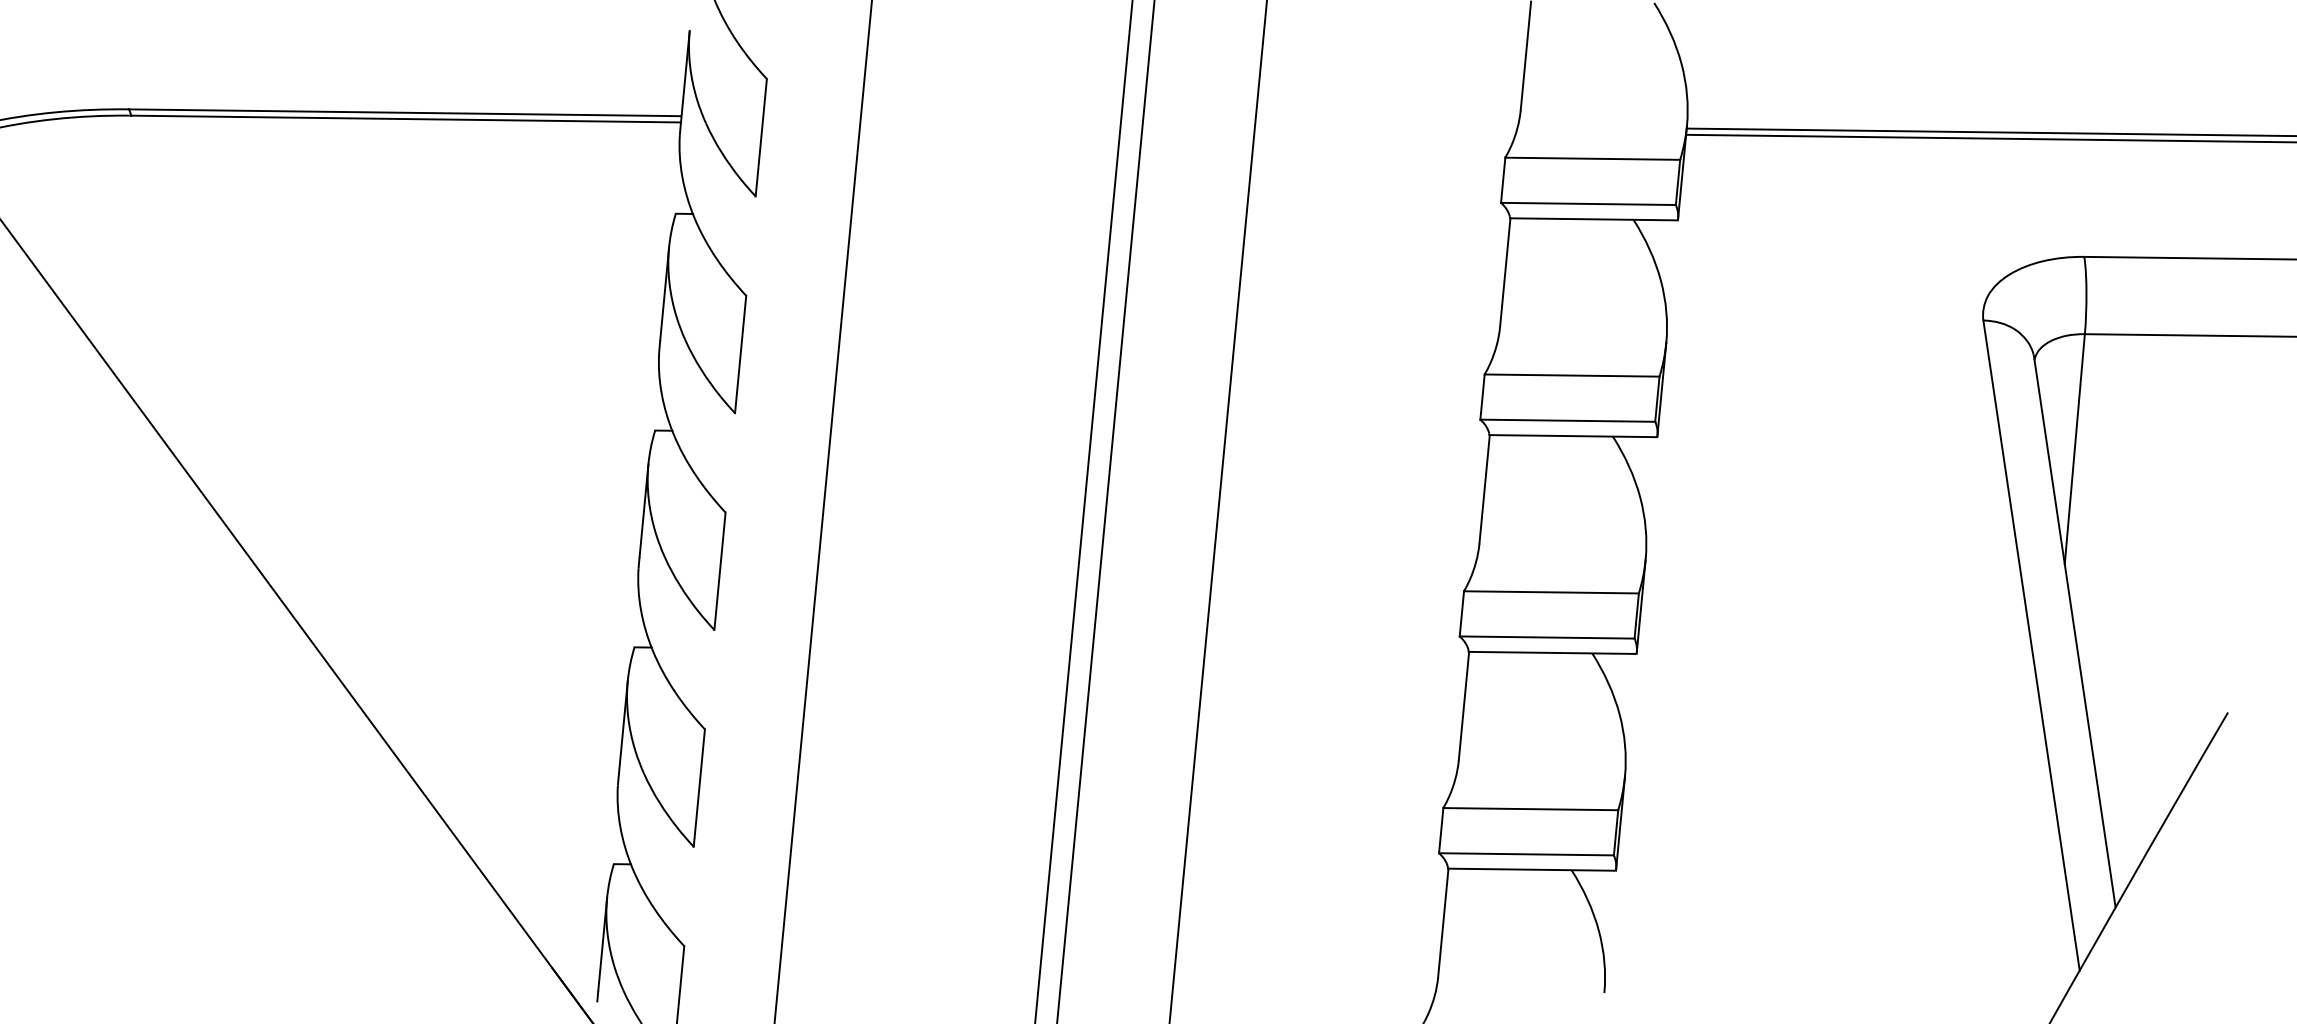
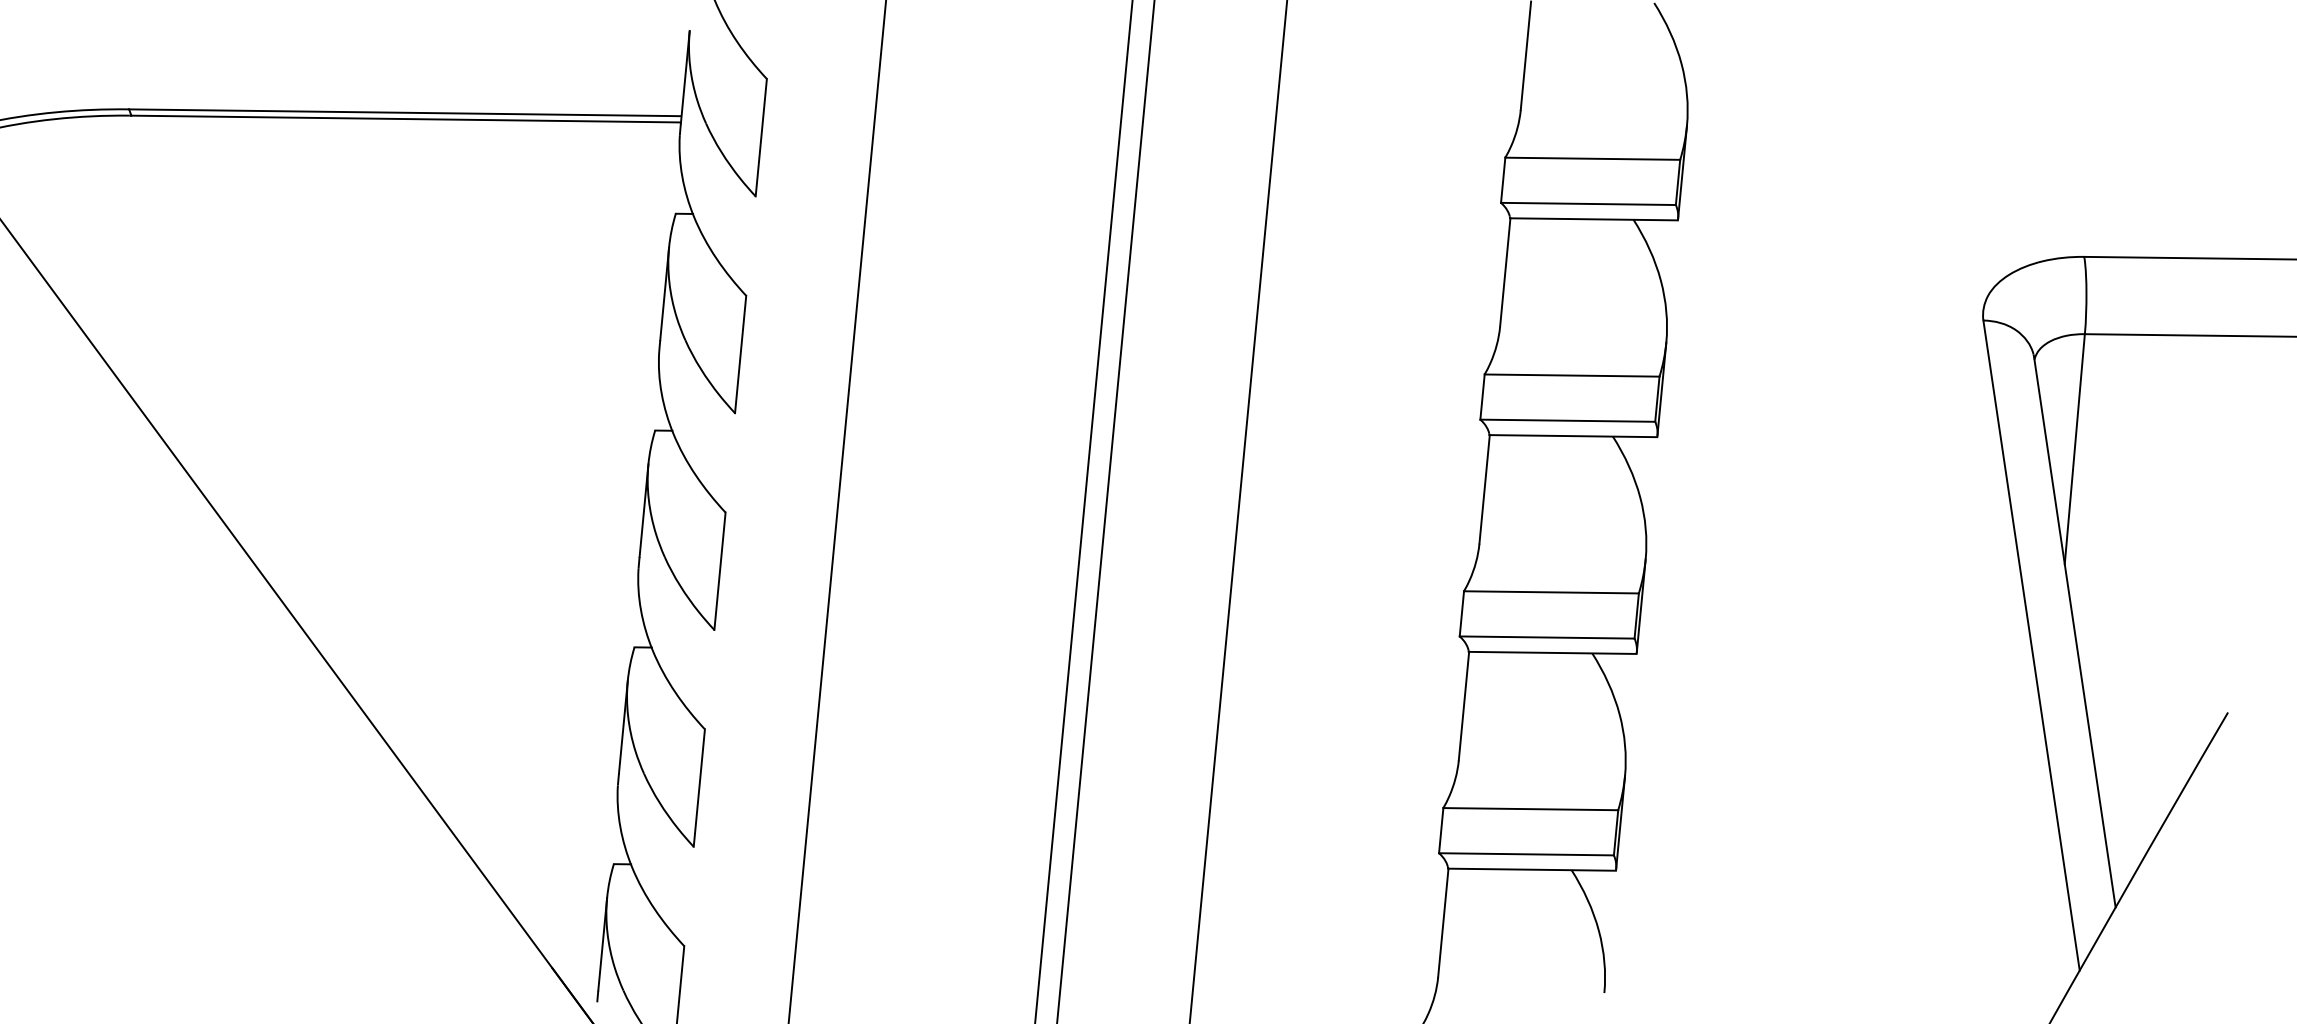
line at (1989, 132): present -> none
line at (1989, 138): present -> none
line at (822, 511) position: (822, 511) -> (836, 511)
line at (1217, 511) position: (1217, 511) -> (1238, 511)
